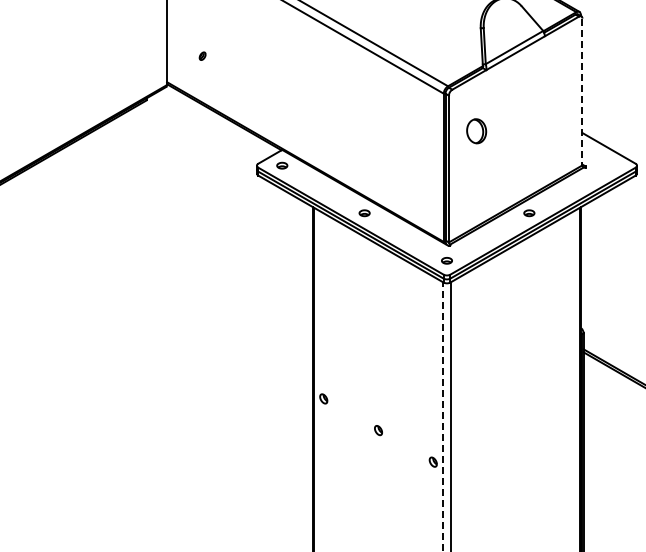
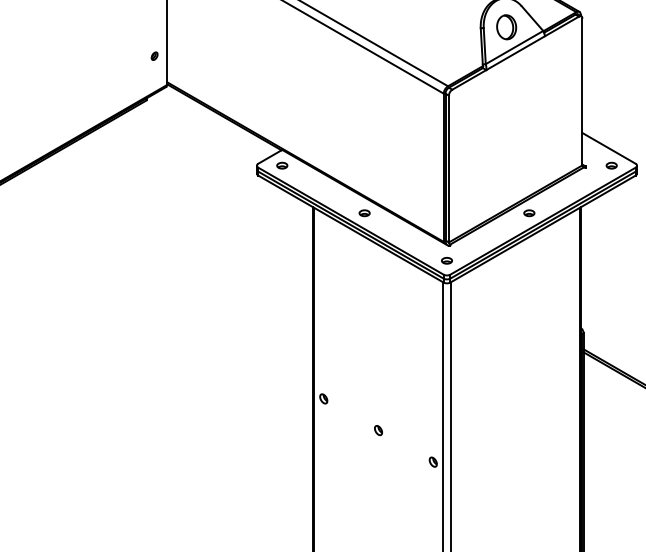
part at (202, 55) position: (202, 55) -> (154, 55)
line at (582, 92): dashed -> solid
part at (476, 131) position: (476, 131) -> (506, 27)
part at (611, 165): none -> present
line at (442, 417): dashed -> solid
